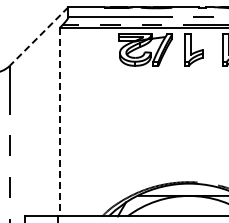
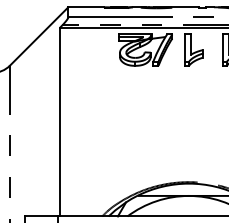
line at (38, 36): dashed -> solid
line at (60, 122): dashed -> solid
